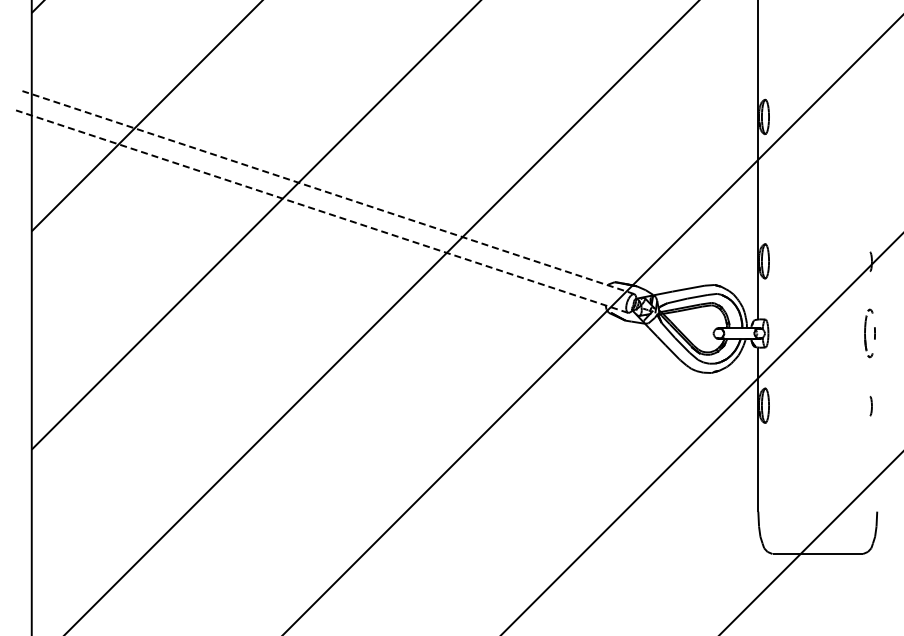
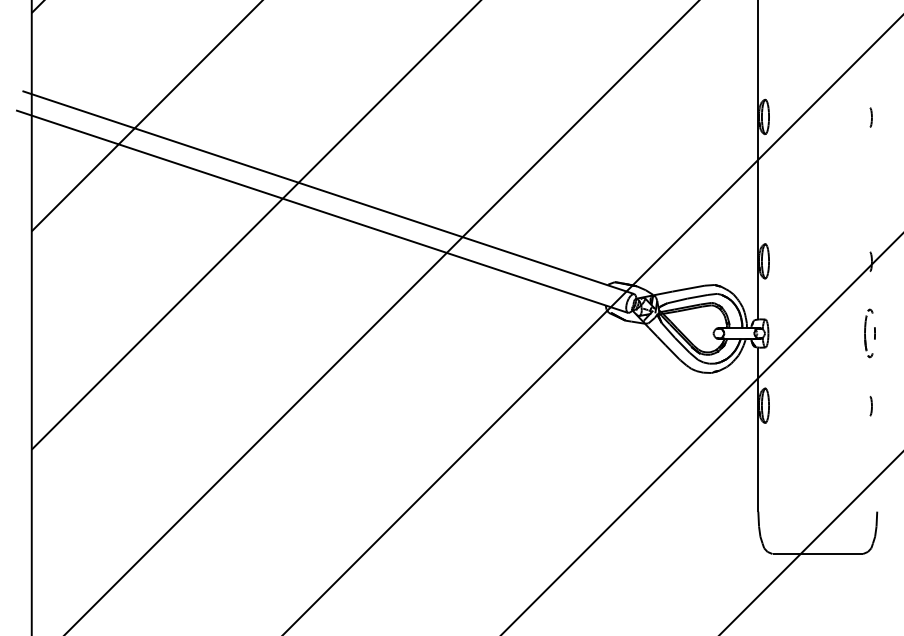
line at (871, 117): none -> present
line at (327, 192): dashed -> solid
line at (321, 211): dashed -> solid
